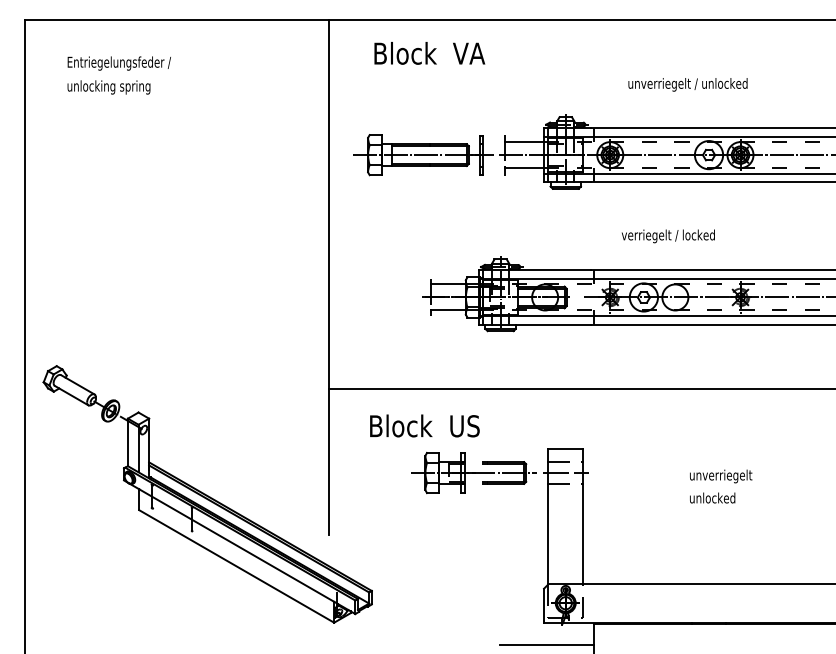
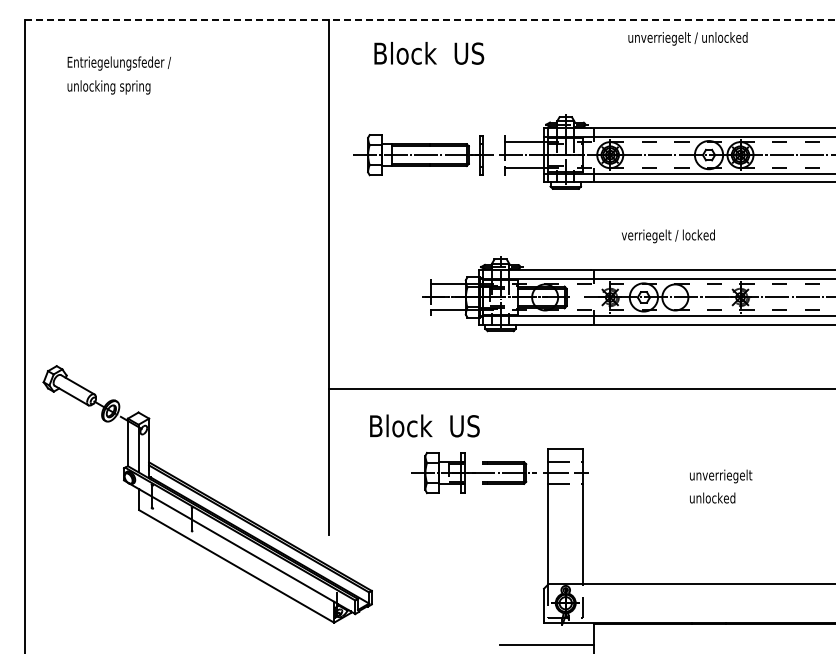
line at (430, 19): solid -> dashed
text at (469, 53): Block  VA -> Block  US
text at (687, 84) position: (687, 84) -> (687, 38)
